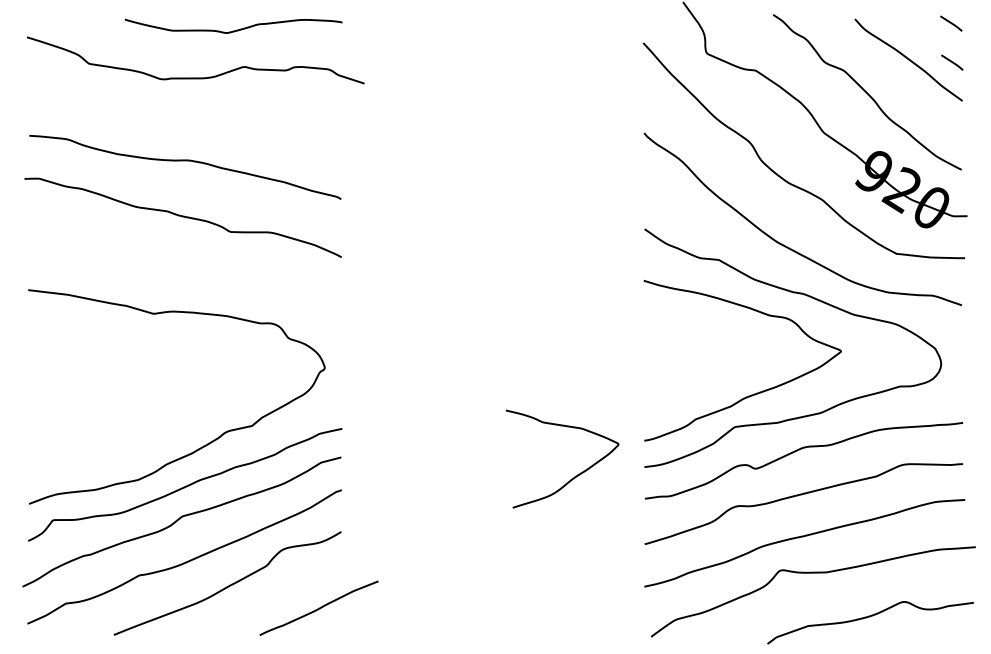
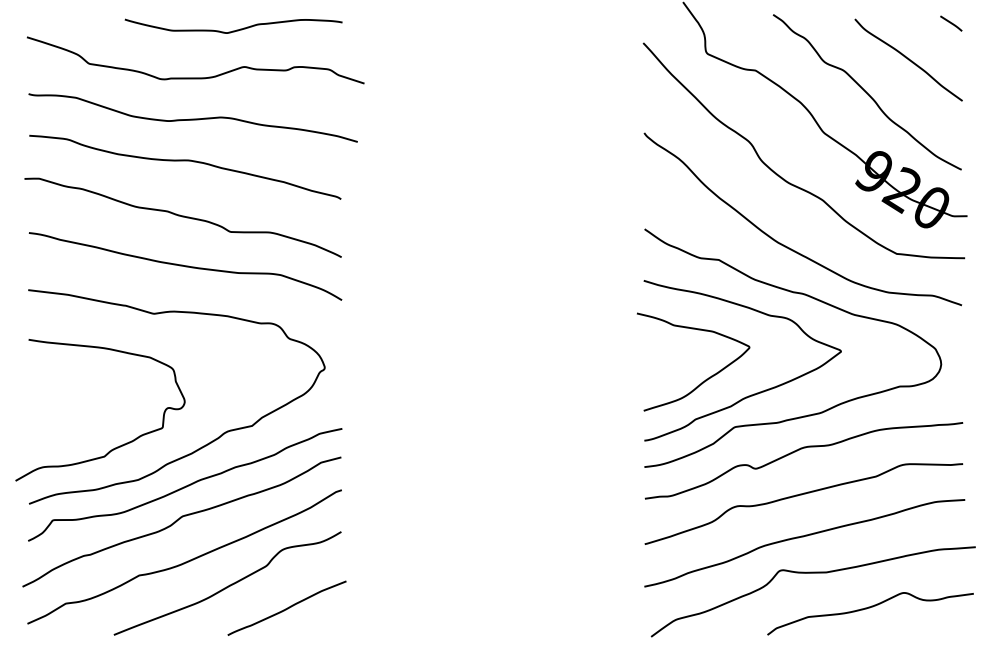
line at (952, 62): present -> none
curve at (192, 118): none -> present
curve at (185, 266): none -> present
curve at (117, 446): none -> present
curve at (574, 476) position: (574, 476) -> (705, 379)
curve at (319, 607) position: (319, 607) -> (287, 607)
curve at (870, 617) position: (870, 617) -> (870, 608)
